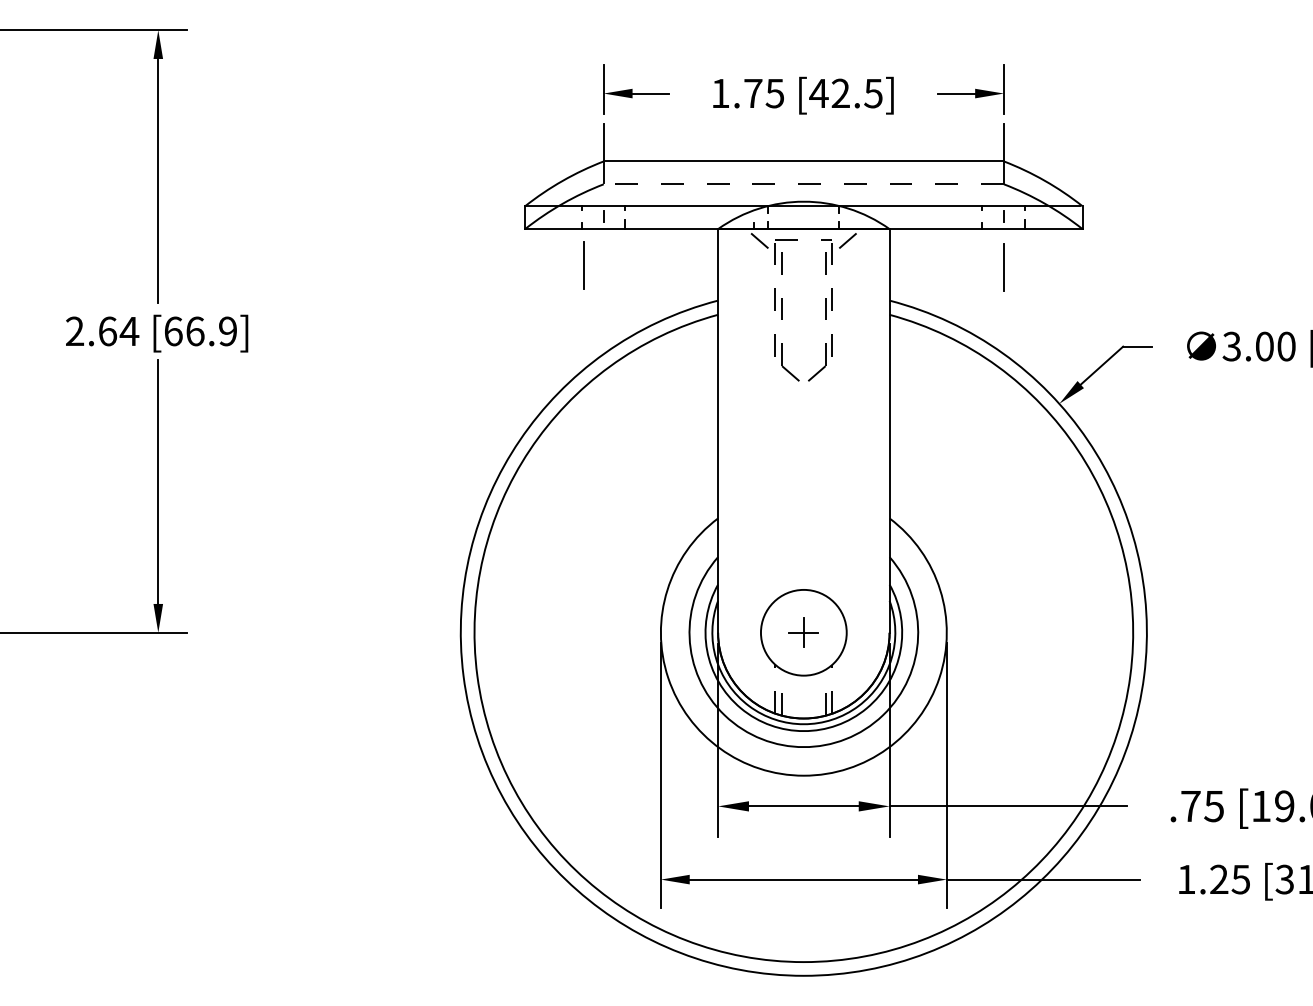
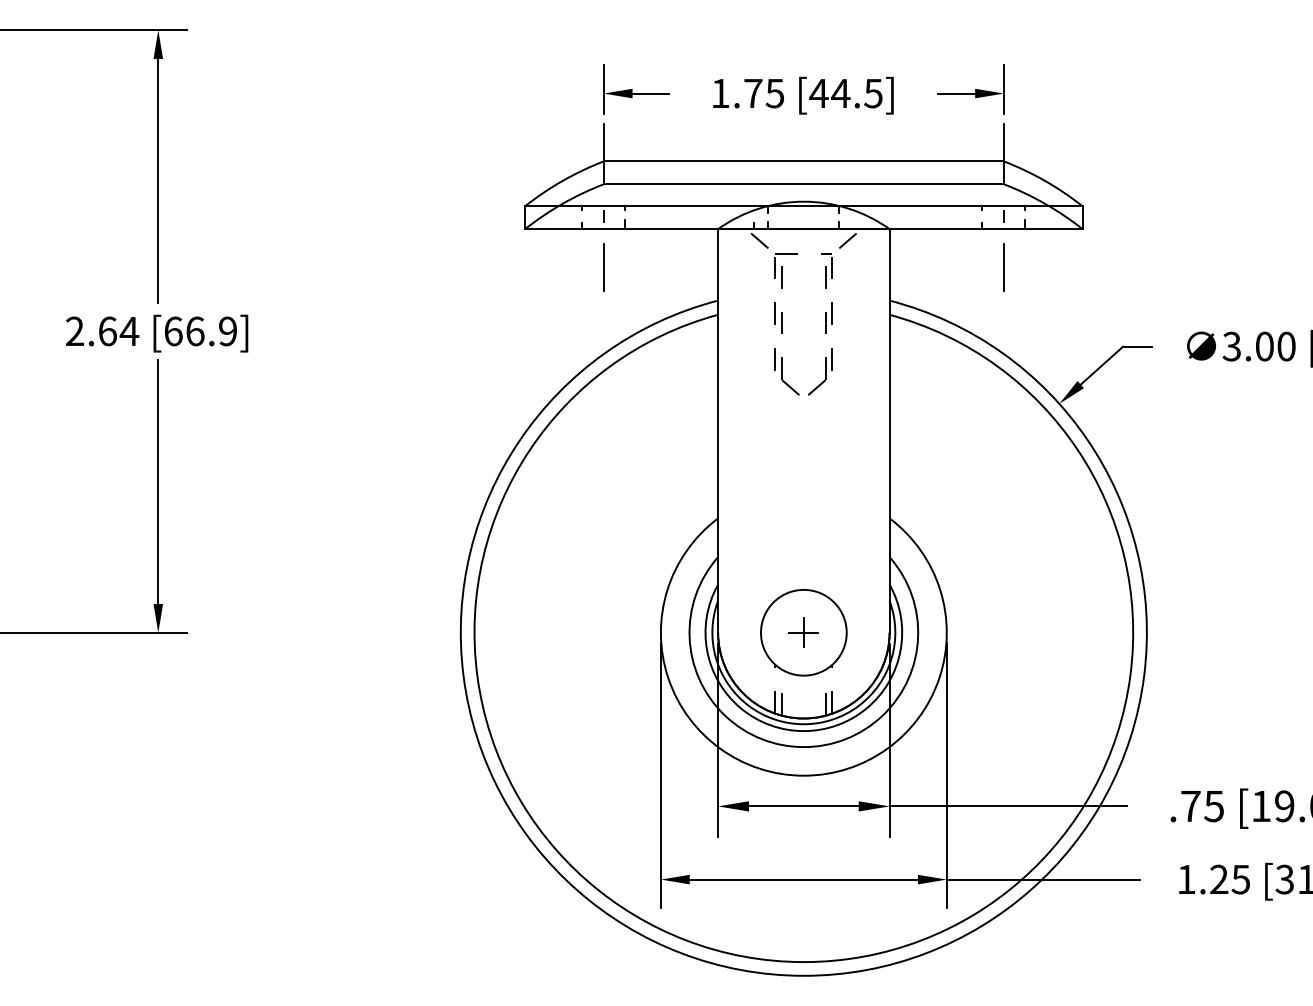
text at (840, 92): [42.5] -> [44.5]
line at (803, 184): dashed -> solid
line at (583, 265) position: (583, 265) -> (603, 267)
part at (782, 310) position: (782, 310) -> (782, 324)
